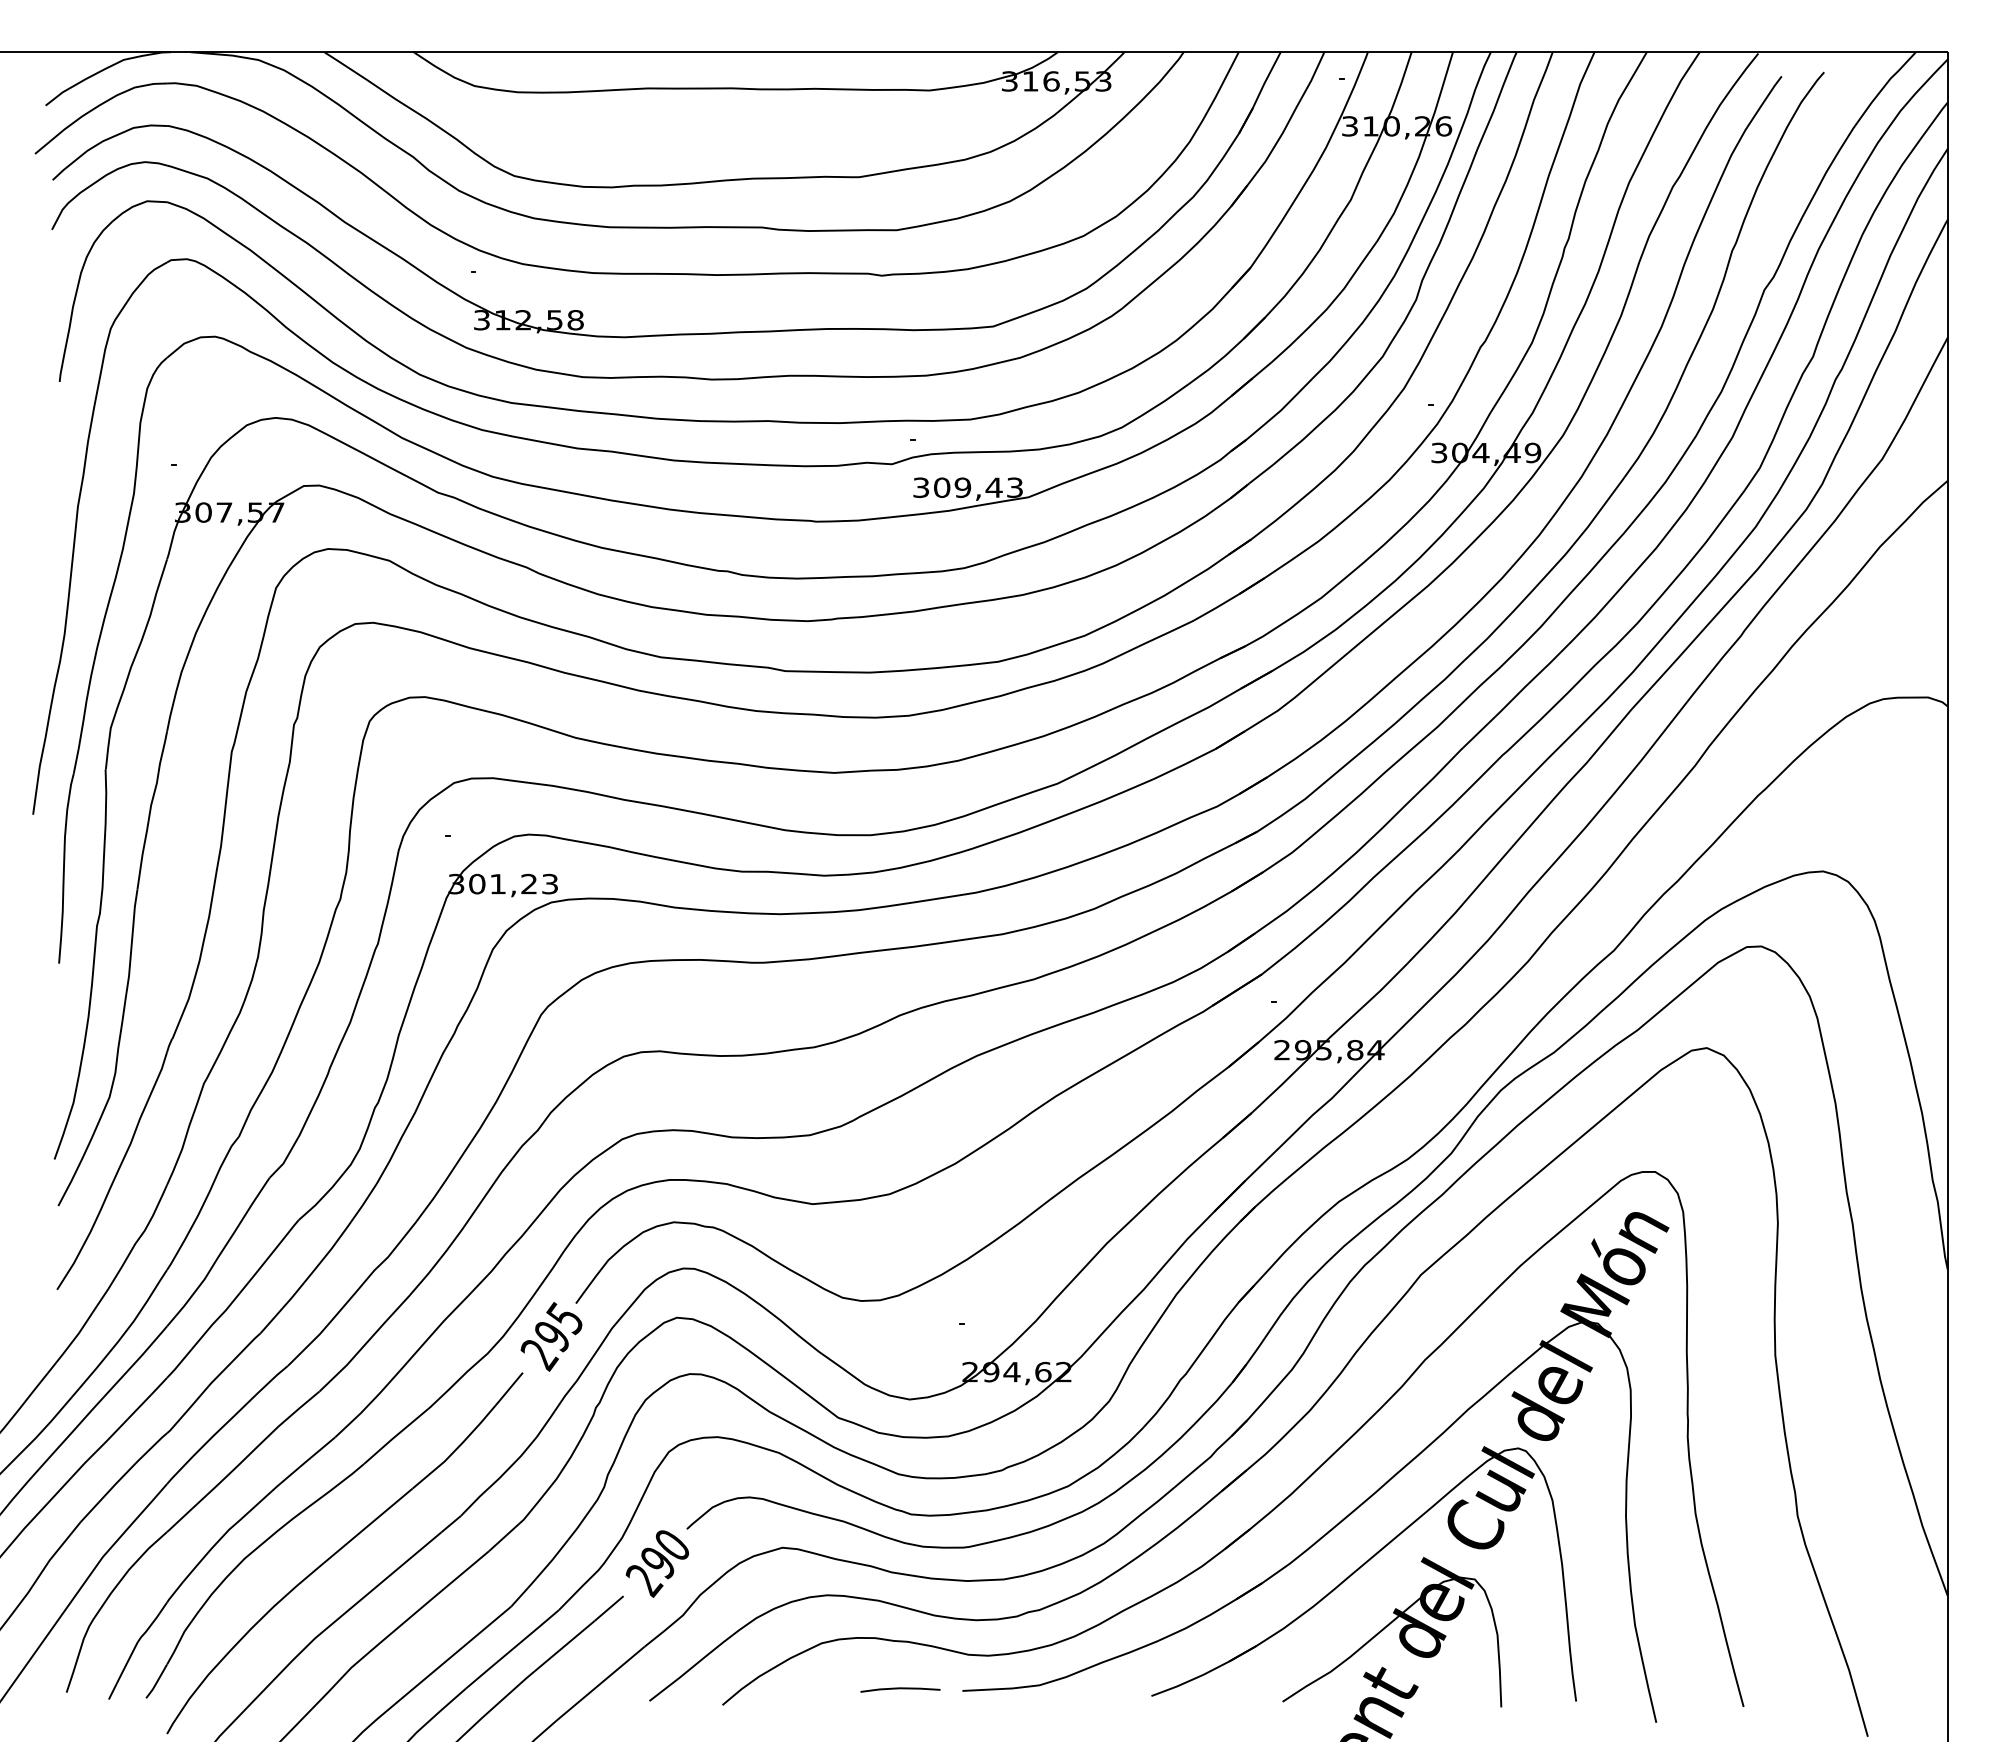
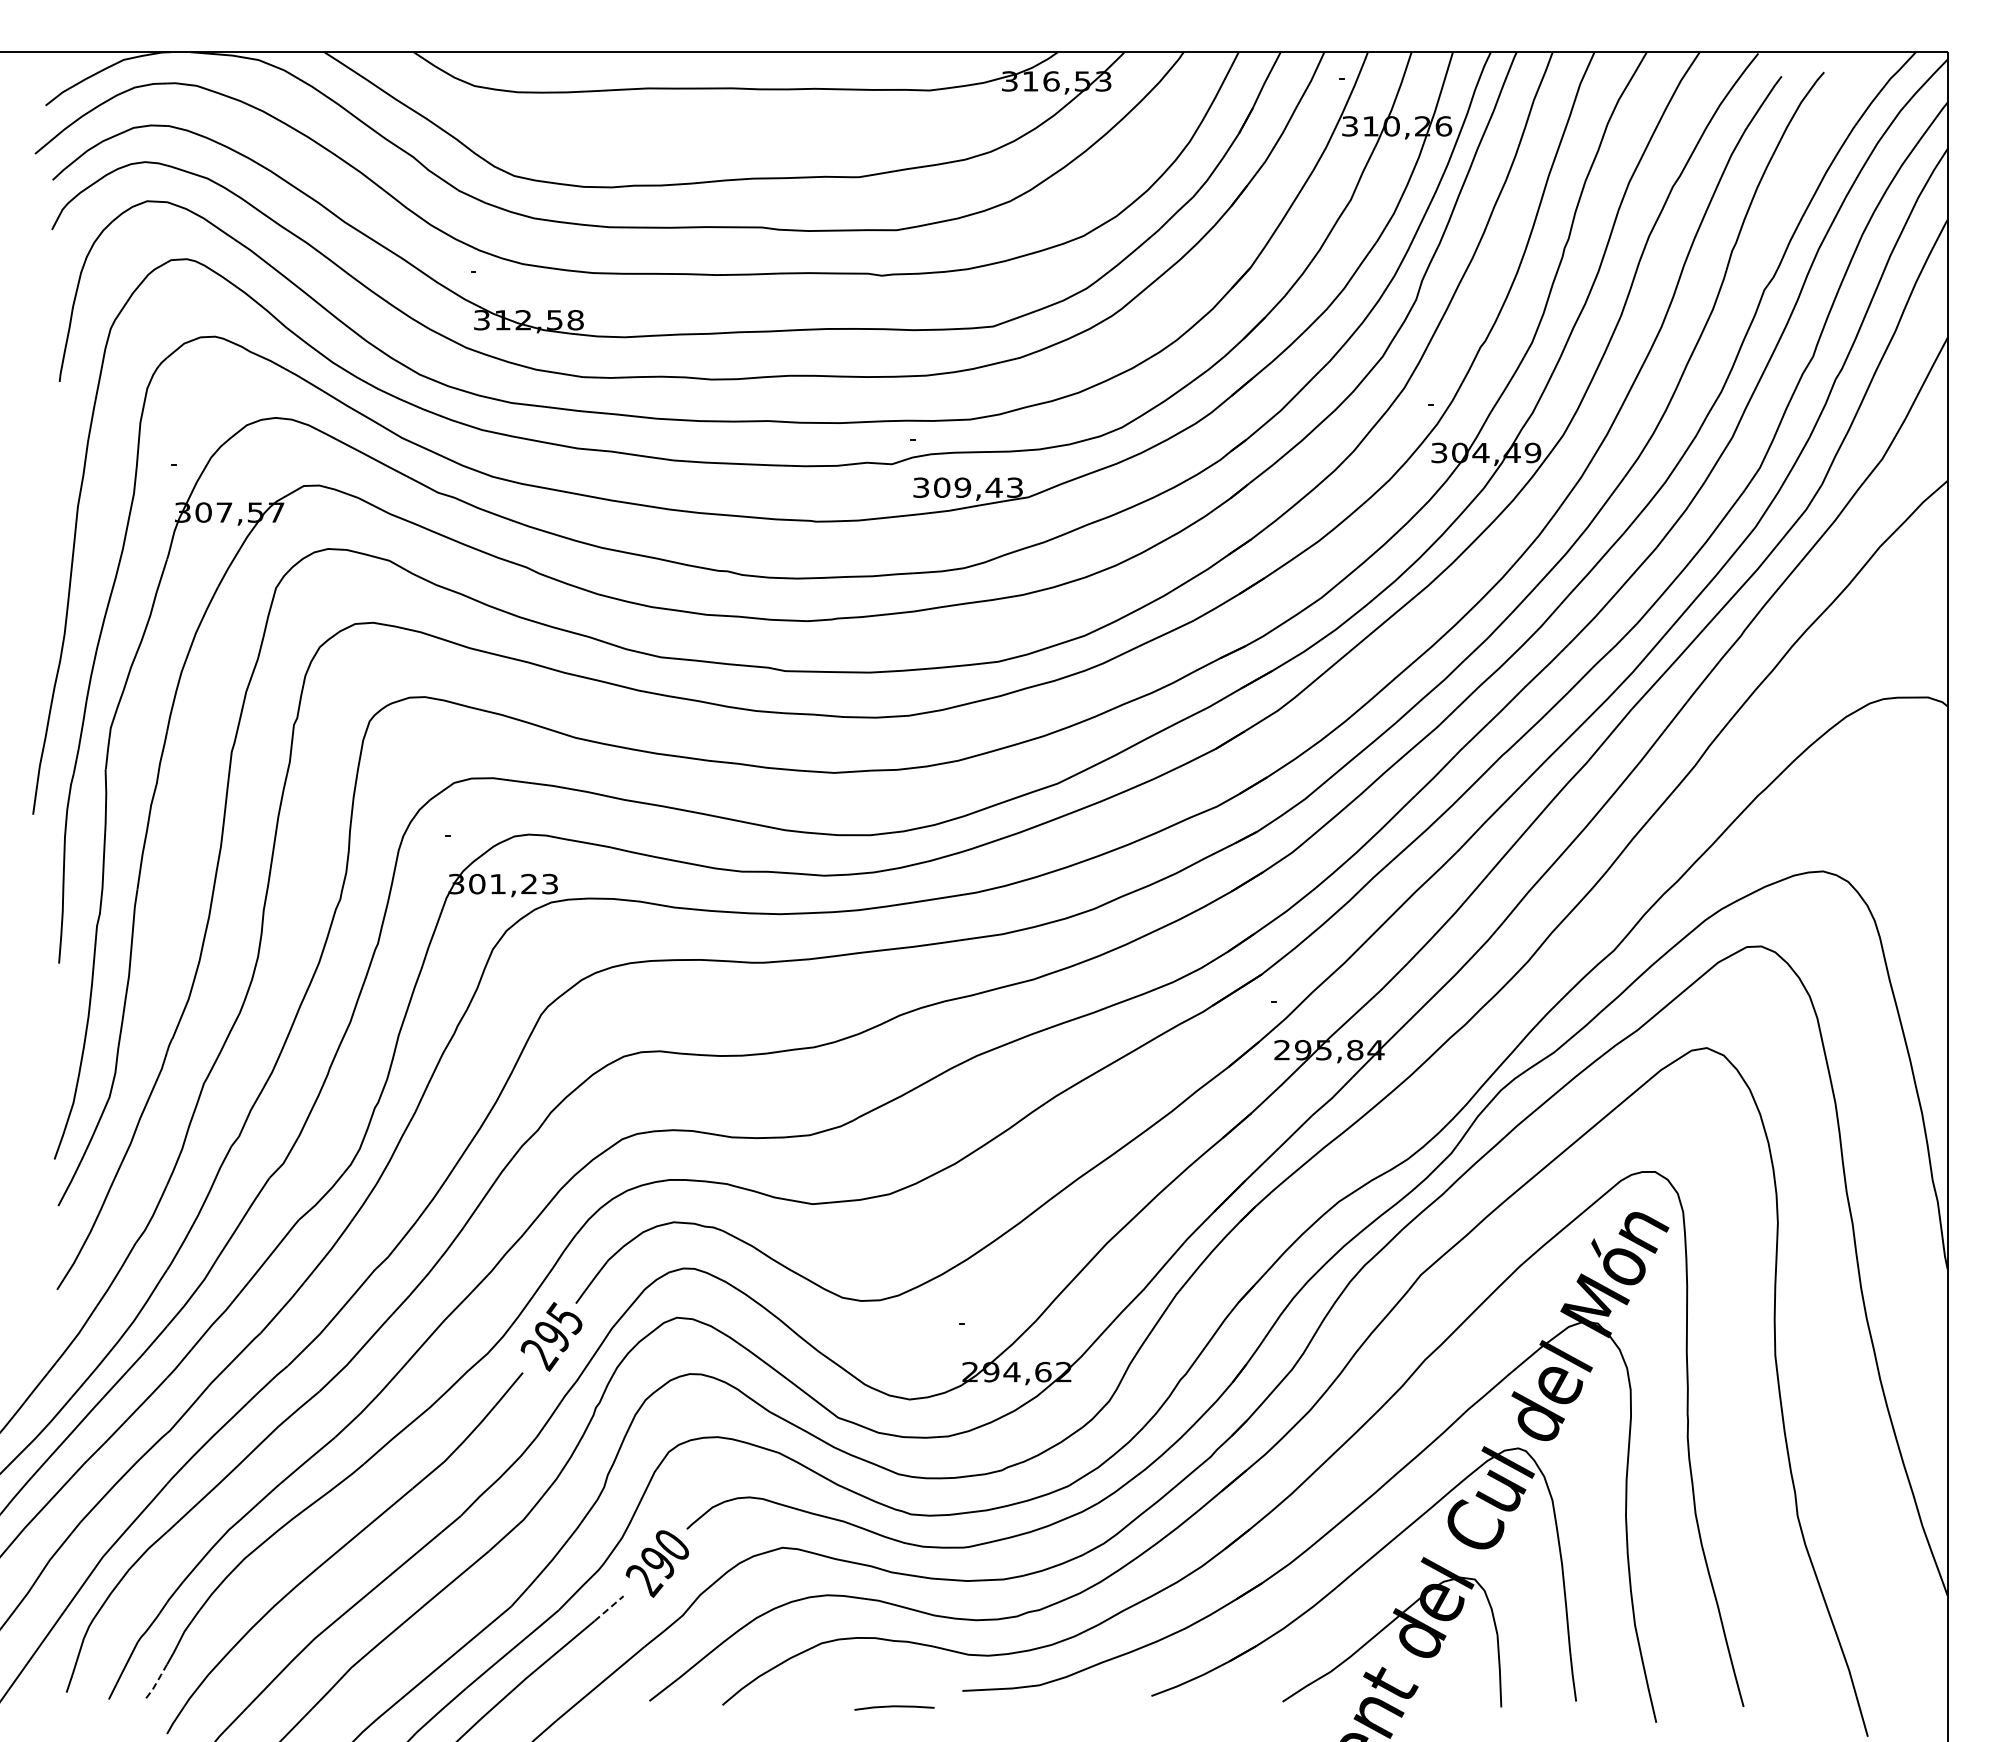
line at (609, 1608): solid -> dashed
line at (157, 1681): solid -> dashed
line at (900, 1689) position: (900, 1689) -> (894, 1707)
